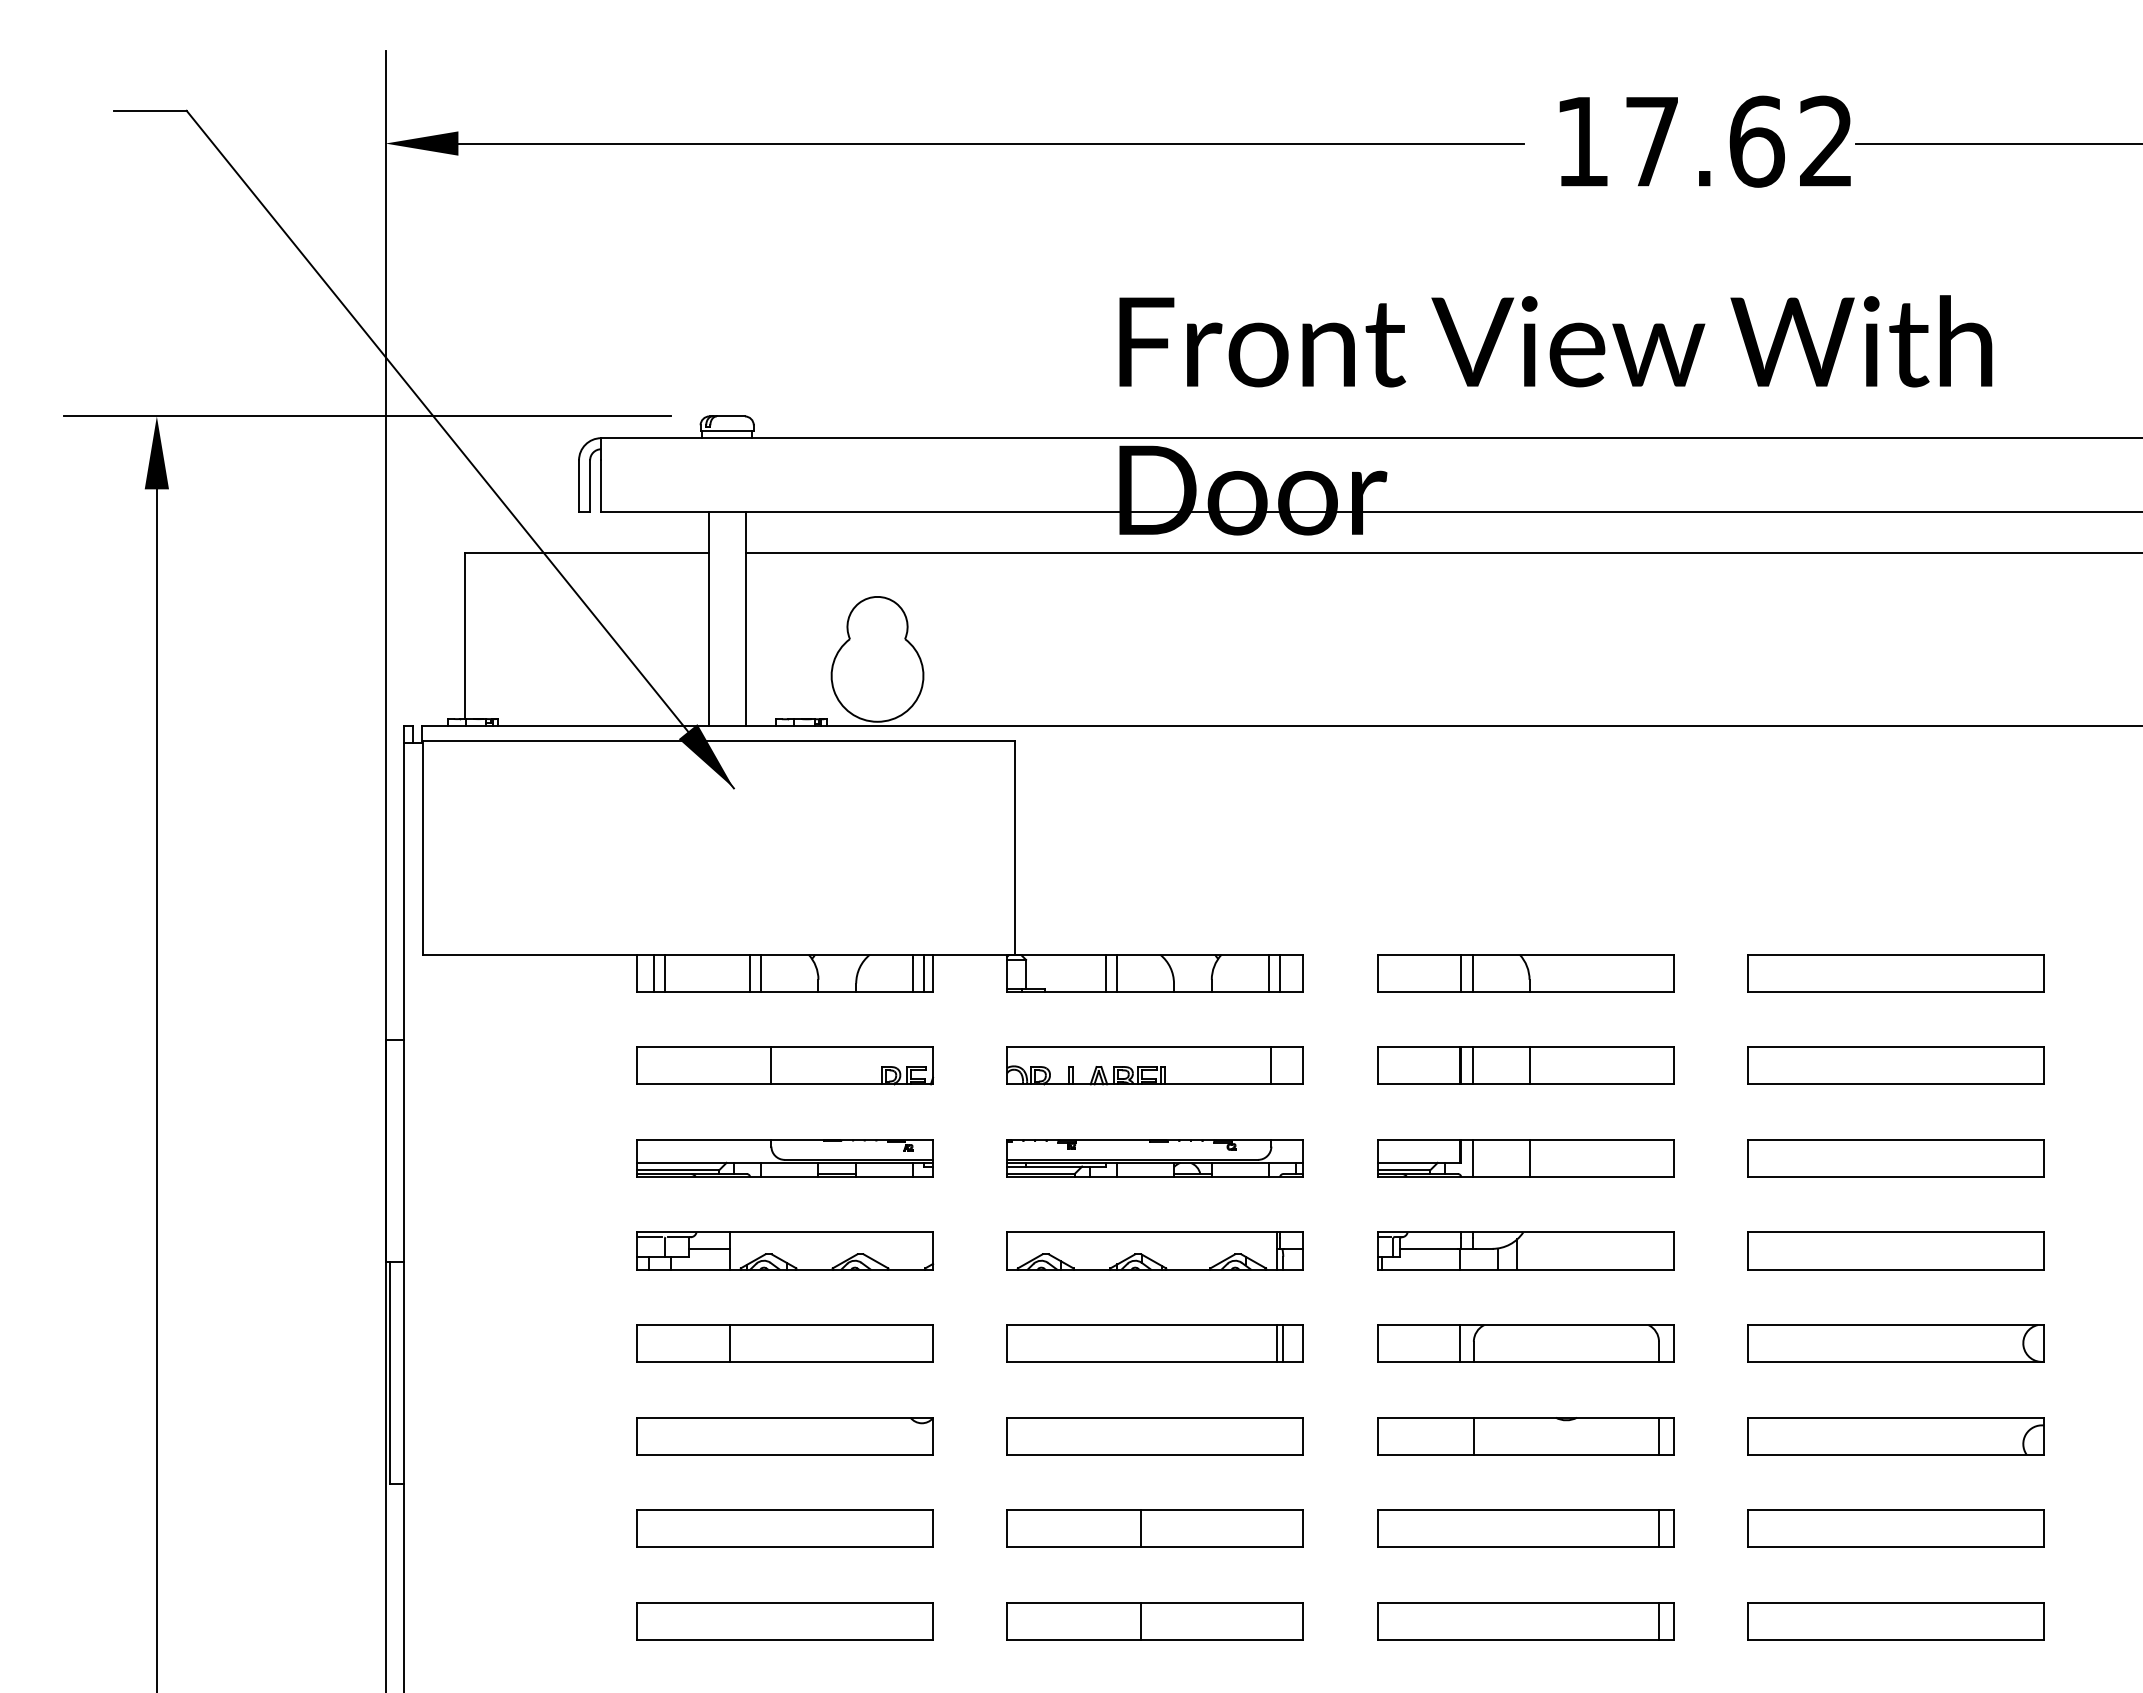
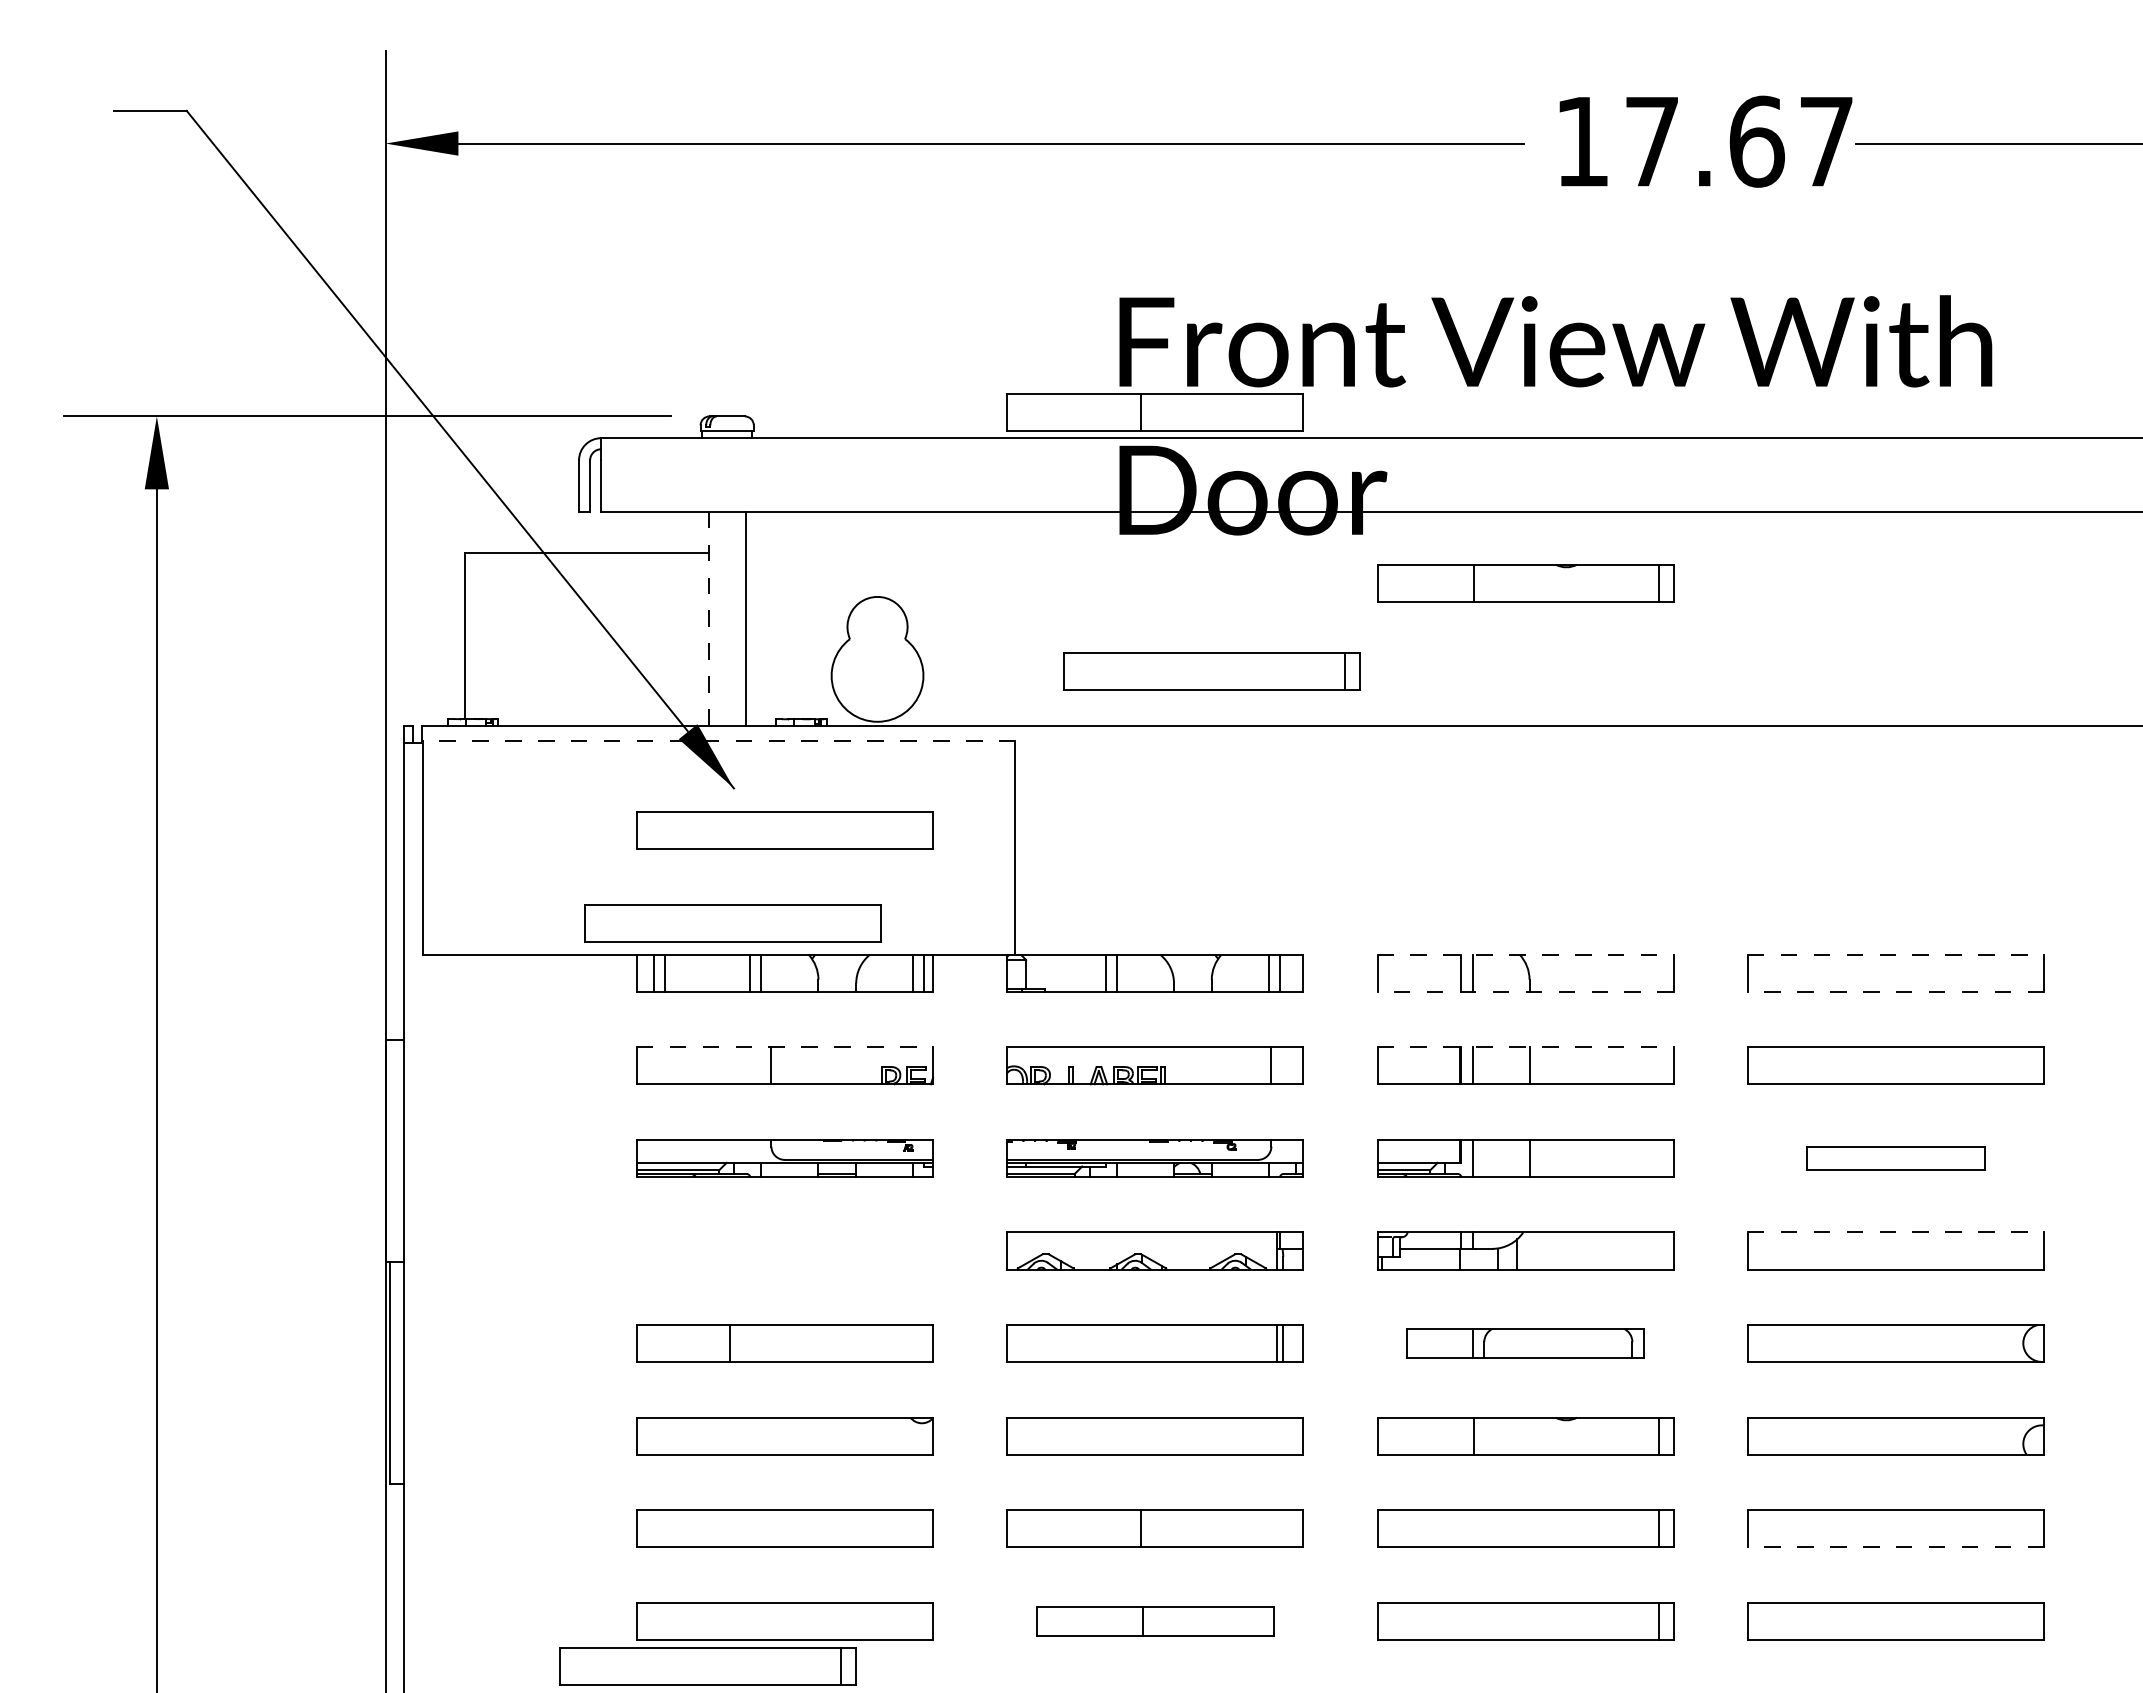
text at (1826, 140): 17.62 -> 17.67
part at (1154, 412): none -> present
line at (1442, 552): present -> none
part at (1525, 583): none -> present
line at (708, 618): solid -> dashed
part at (1211, 671): none -> present
line at (718, 741): solid -> dashed
part at (784, 830): none -> present
part at (732, 923): none -> present
line at (1526, 954): solid -> dashed
line at (1896, 954): solid -> dashed
line at (1525, 991): solid -> dashed
line at (1895, 991): solid -> dashed
line at (785, 1047): solid -> dashed
line at (1526, 1047): solid -> dashed
part at (1895, 1158) size: 298x39 px -> 180x25 px
line at (1896, 1232): solid -> dashed
part at (785, 1250): present -> none
part at (1525, 1343) size: 298x39 px -> 239x31 px
line at (1895, 1547): solid -> dashed
part at (1154, 1621) size: 298x39 px -> 239x31 px
part at (707, 1666): none -> present
